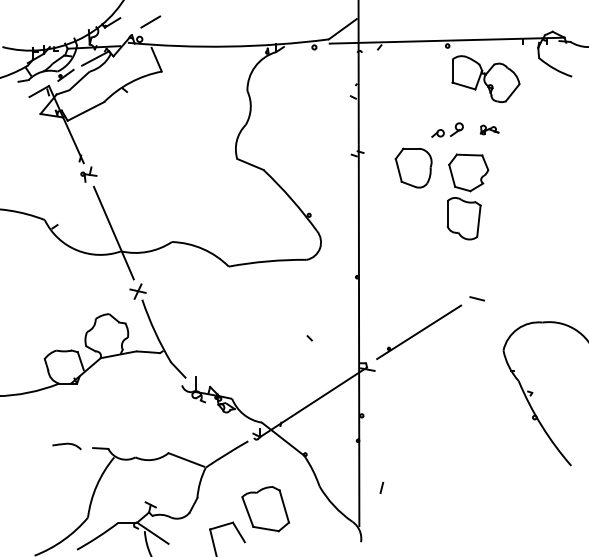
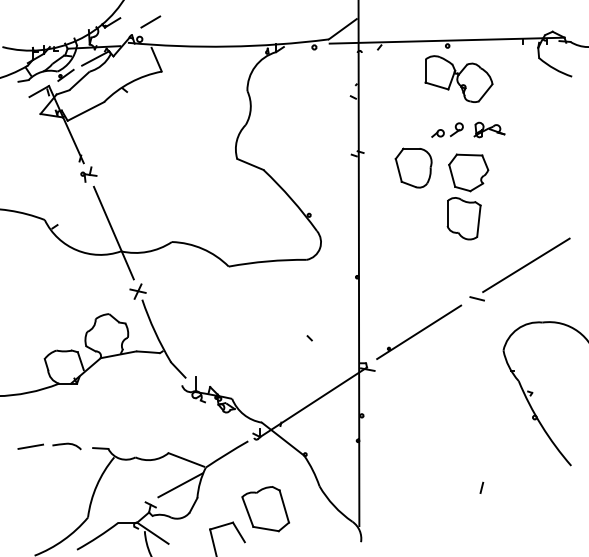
part at (485, 78) position: (485, 78) -> (458, 78)
part at (489, 129) size: 21x12 px -> 33x18 px
line at (526, 265): none -> present
line at (30, 446): none -> present
line at (180, 485): none -> present
line at (381, 487) position: (381, 487) -> (481, 487)
